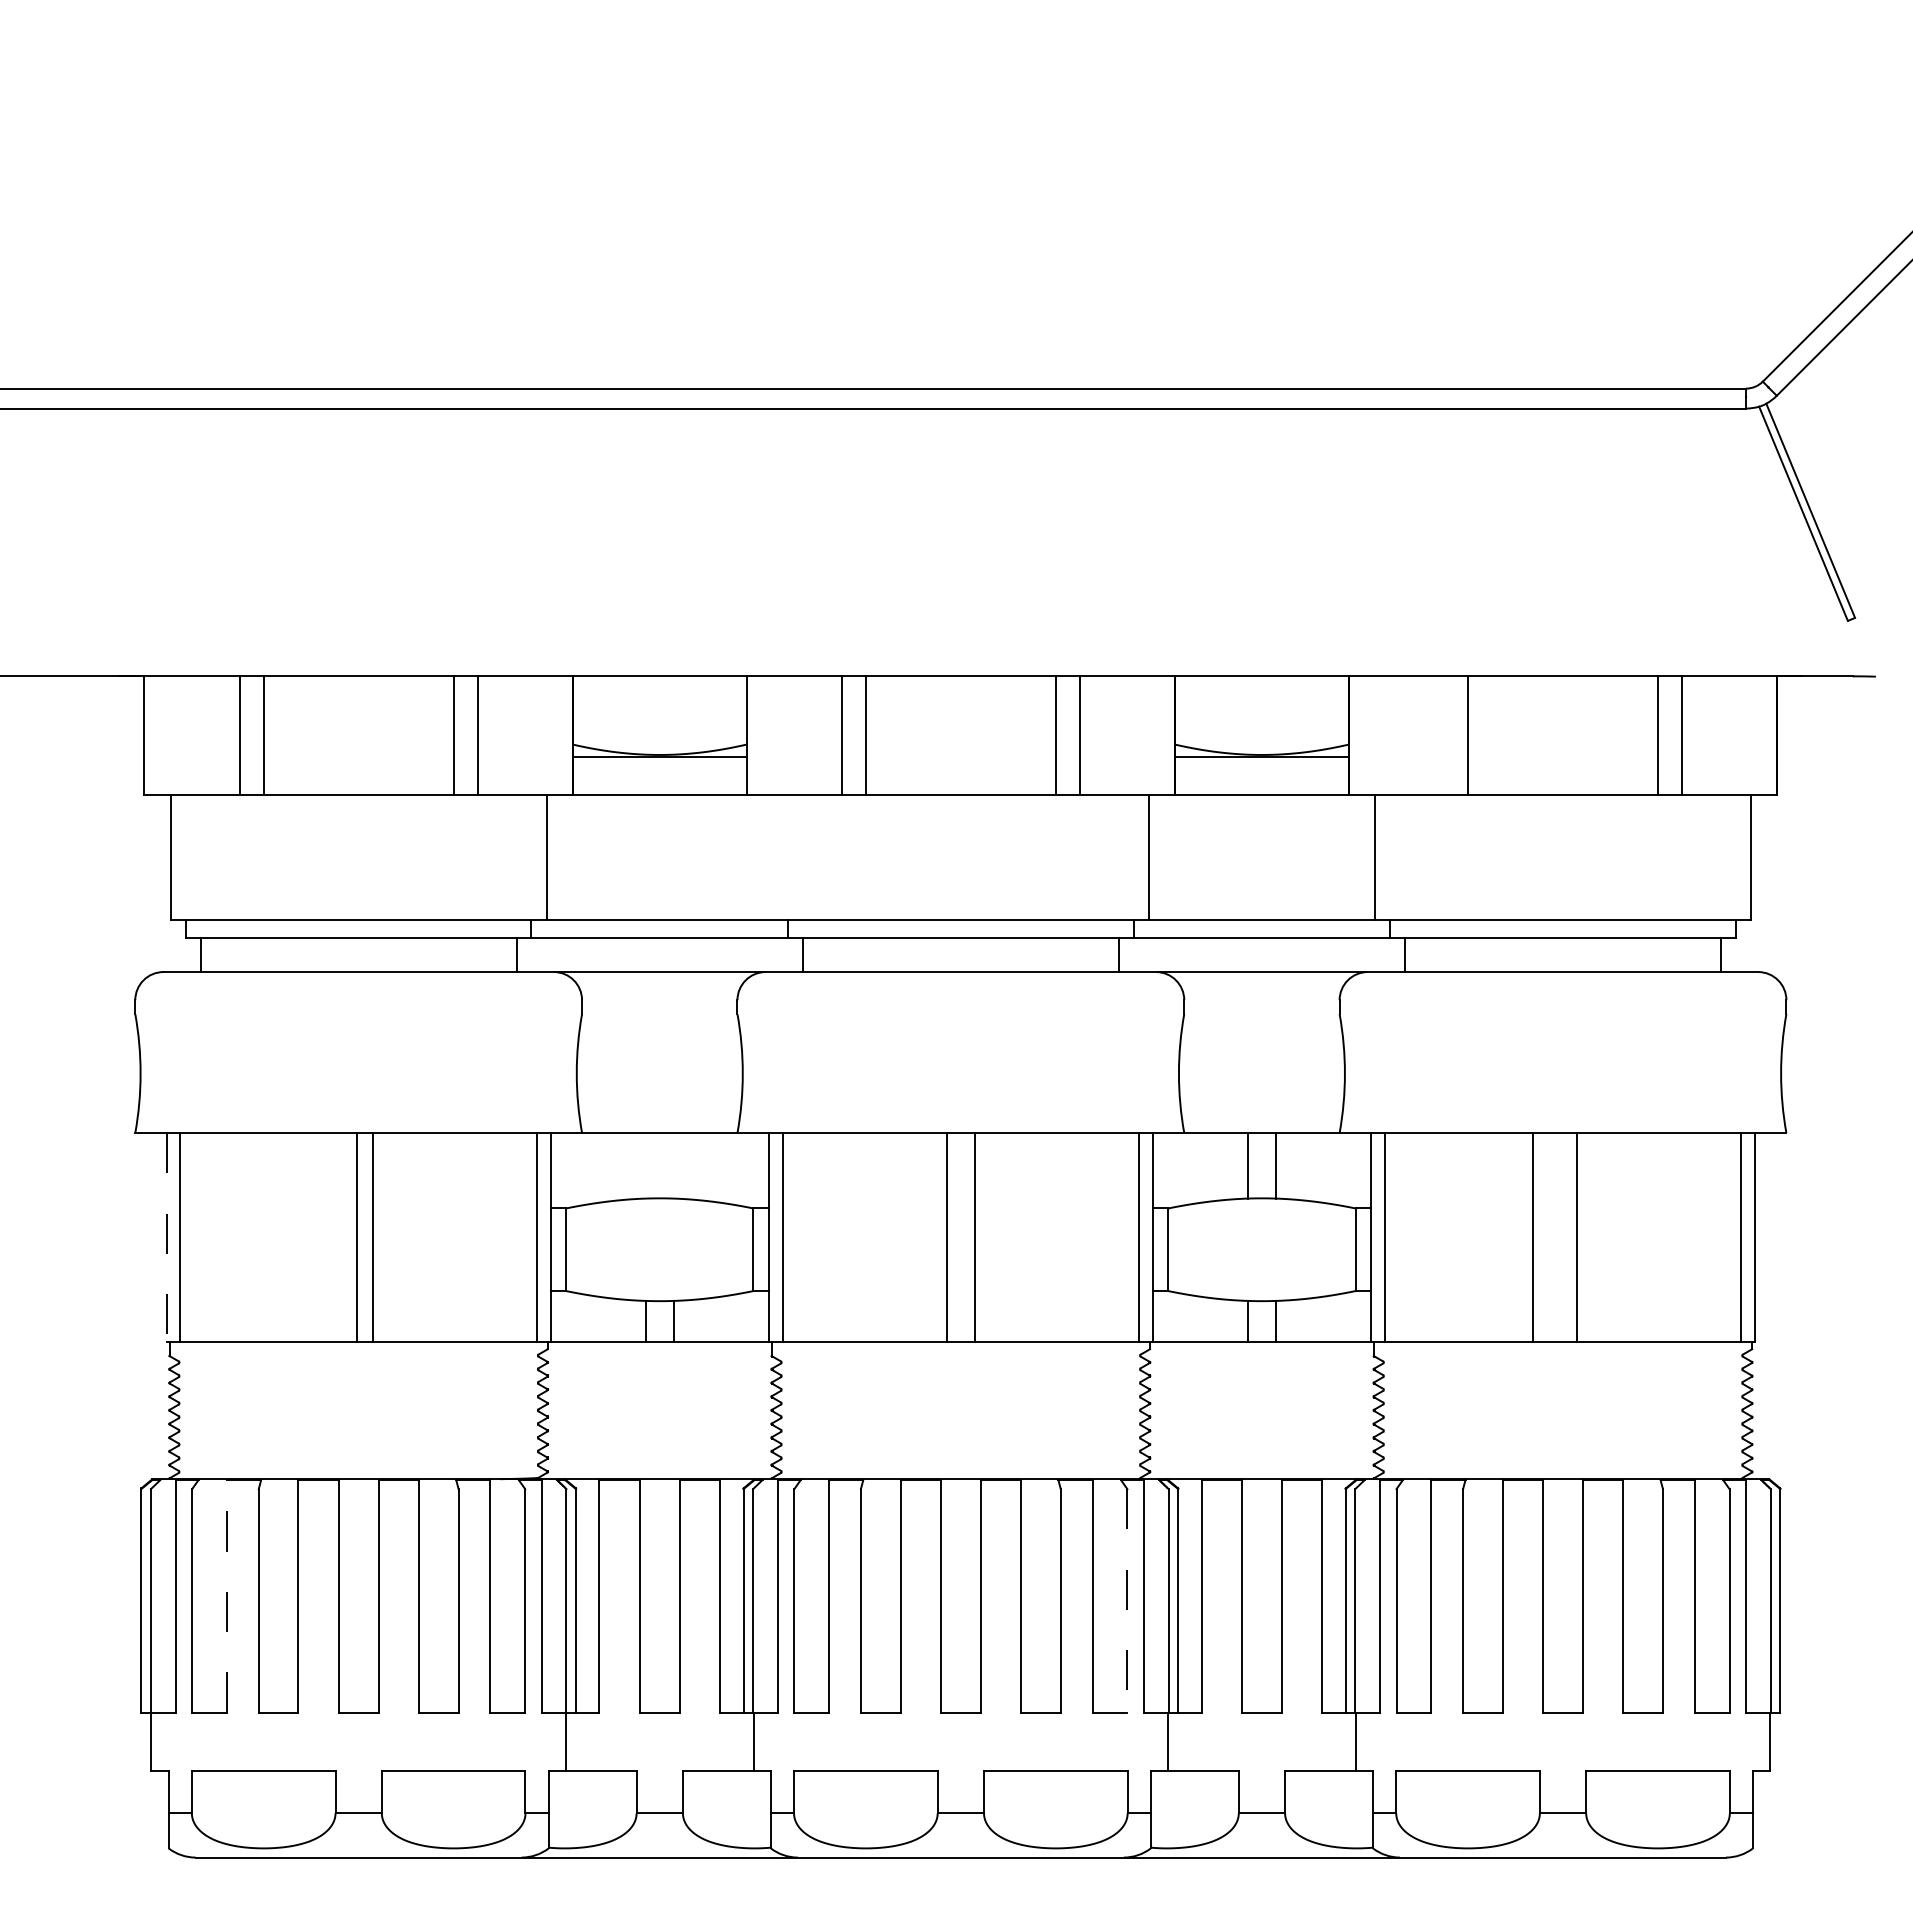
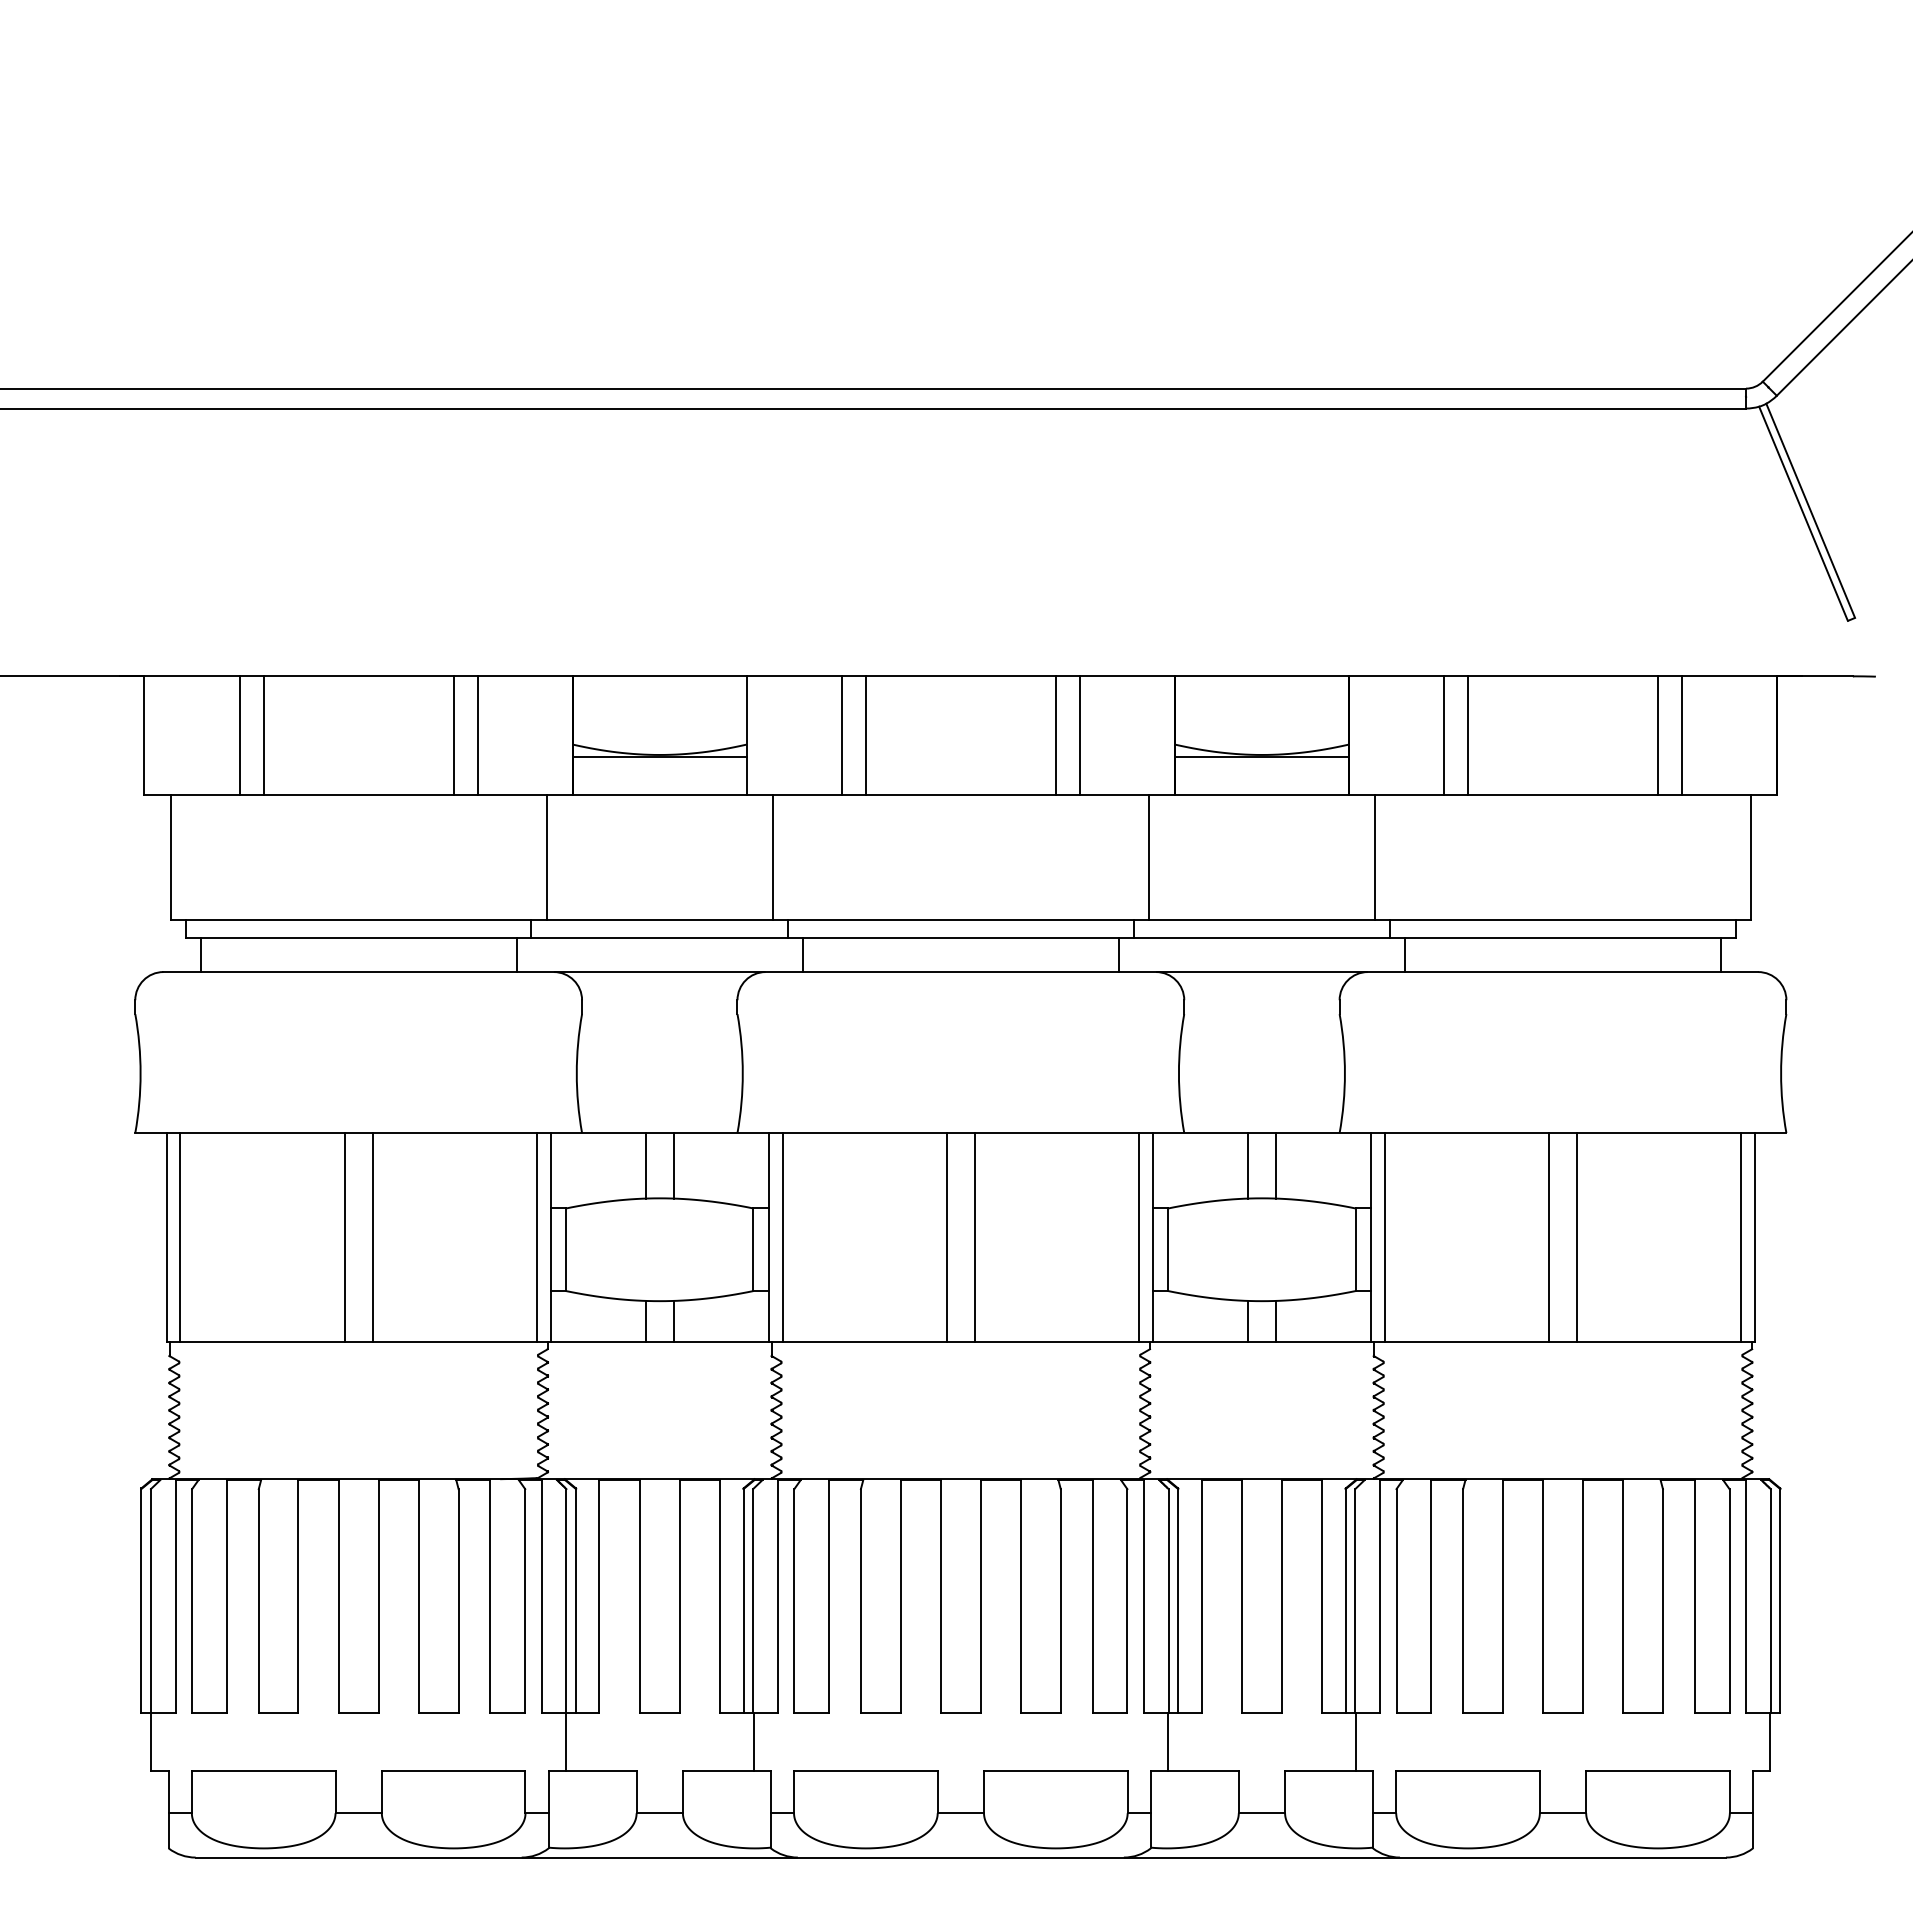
line at (1444, 735): none -> present
line at (772, 856): none -> present
line at (645, 1165): none -> present
line at (673, 1165): none -> present
line at (166, 1237): dashed -> solid
line at (356, 1237) position: (356, 1237) -> (344, 1237)
line at (1533, 1237) position: (1533, 1237) -> (1549, 1237)
line at (227, 1595): dashed -> solid
line at (1127, 1600): dashed -> solid
